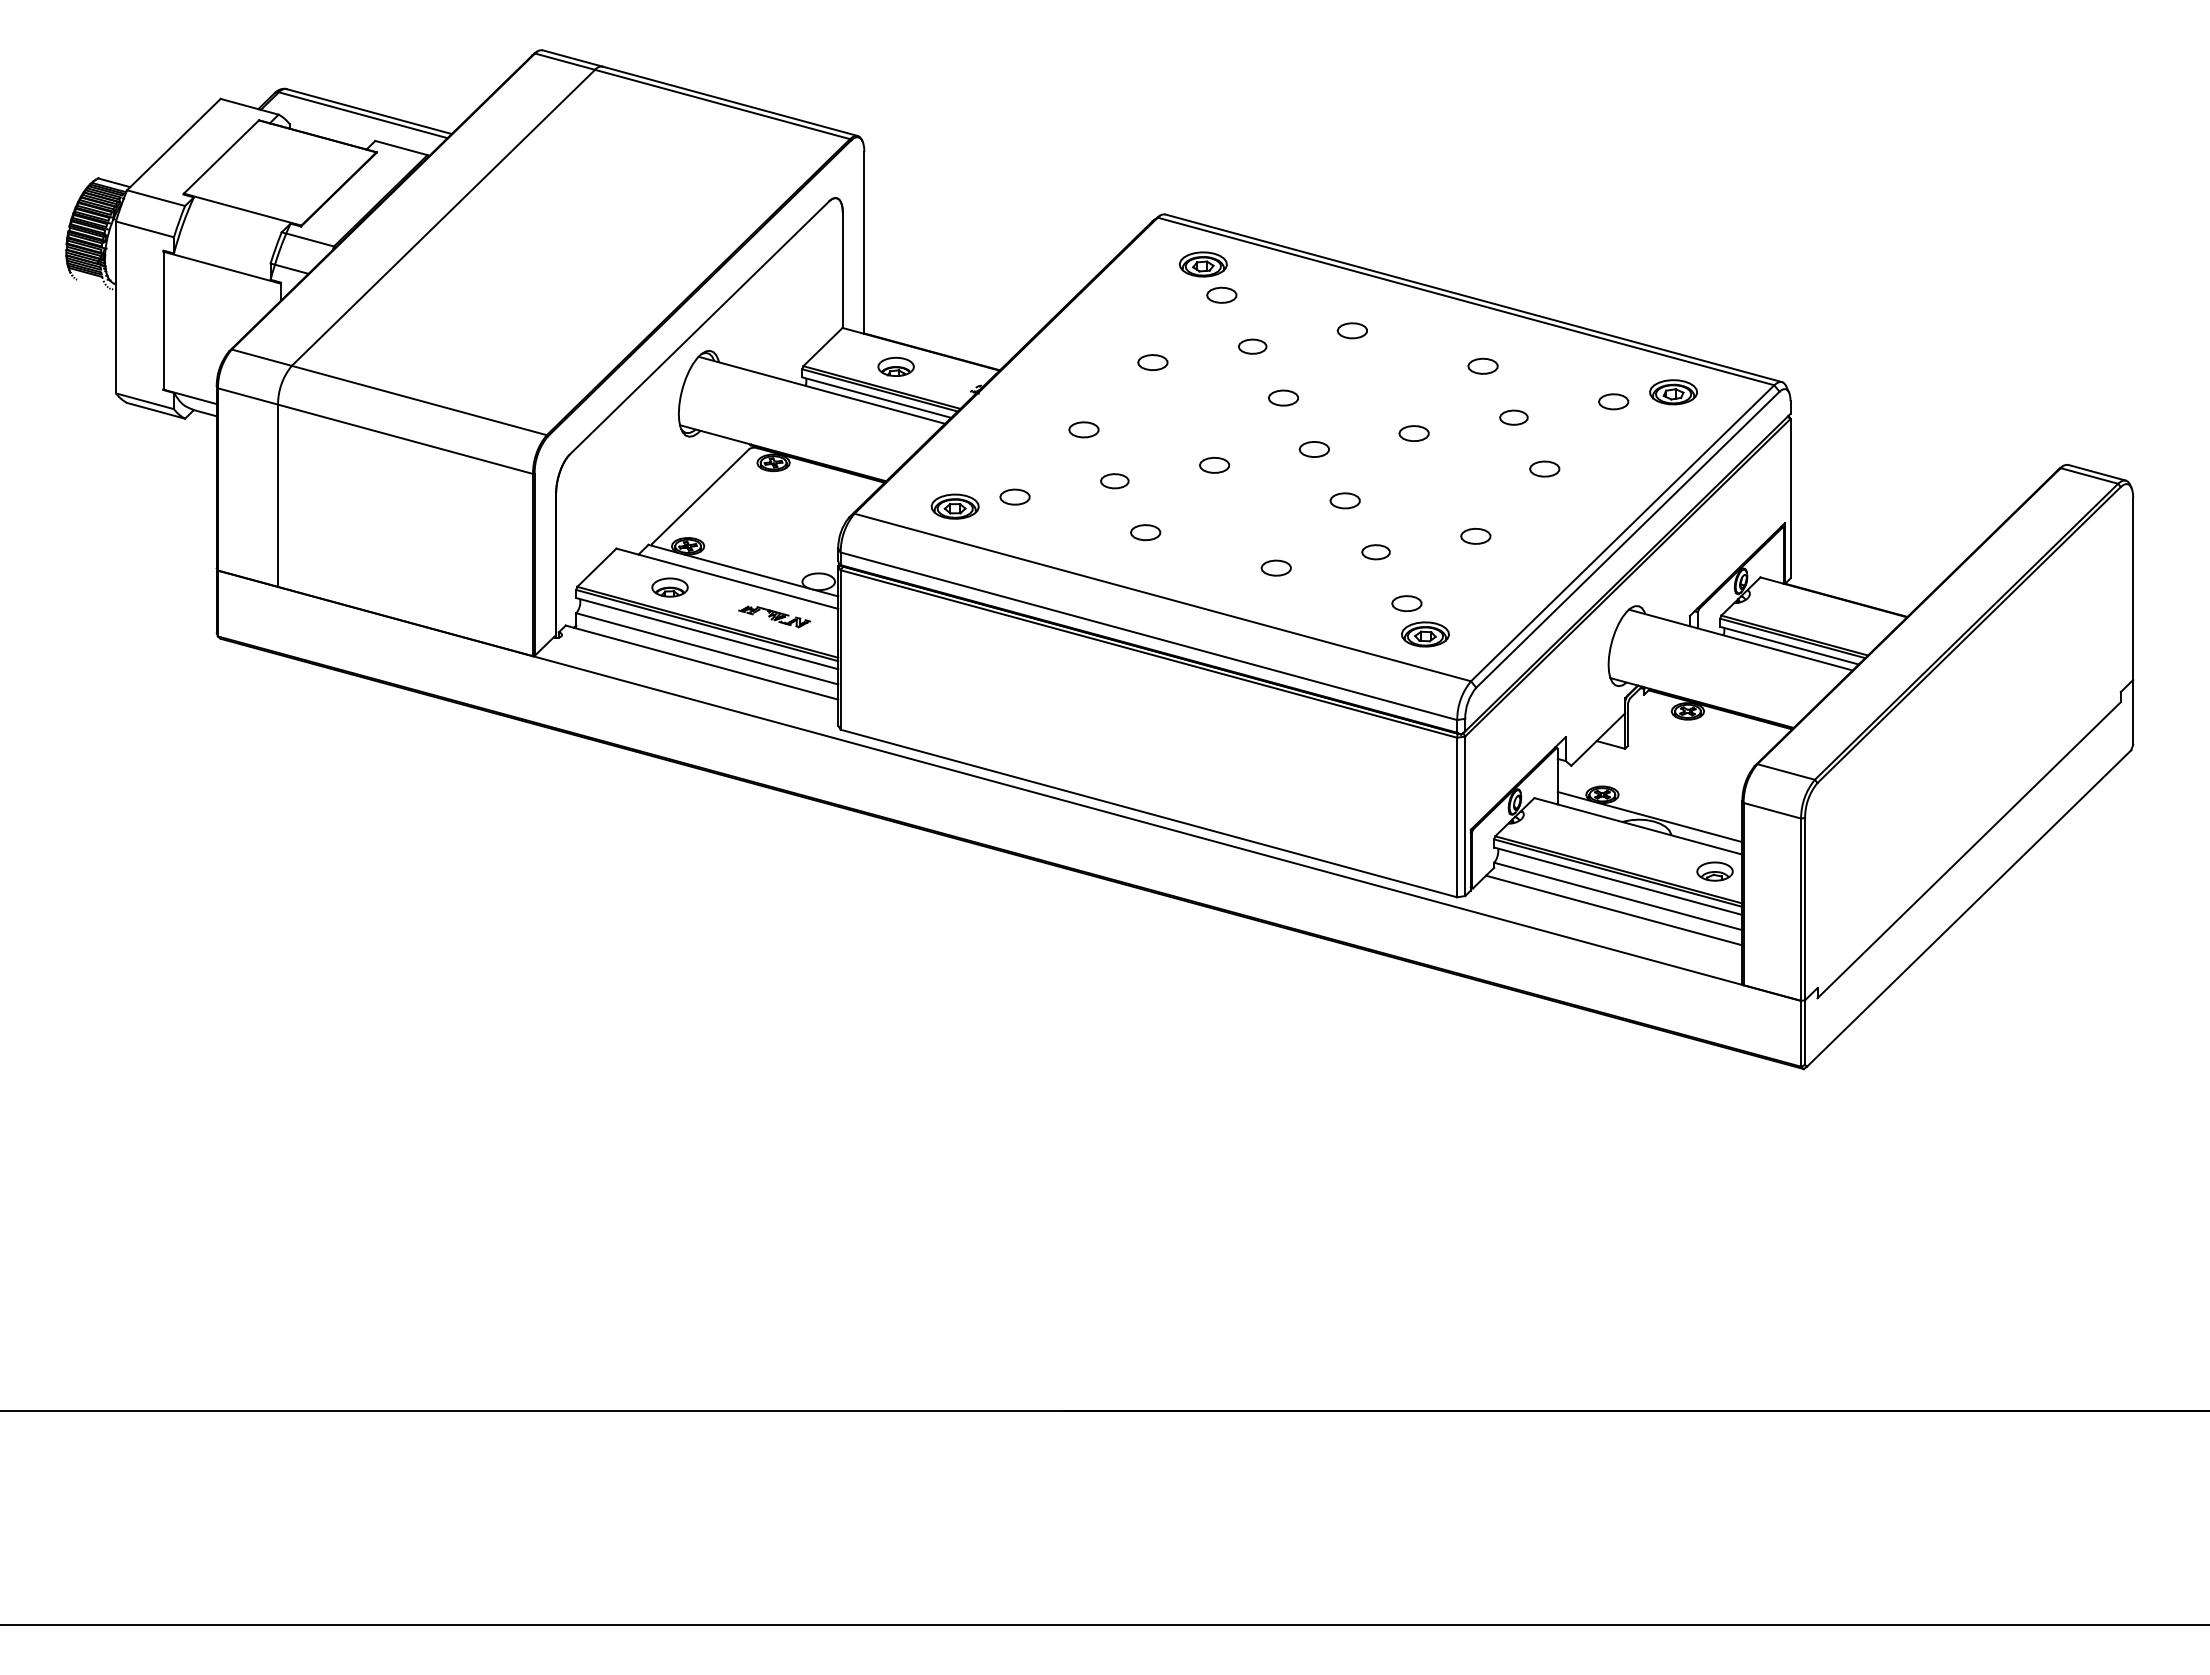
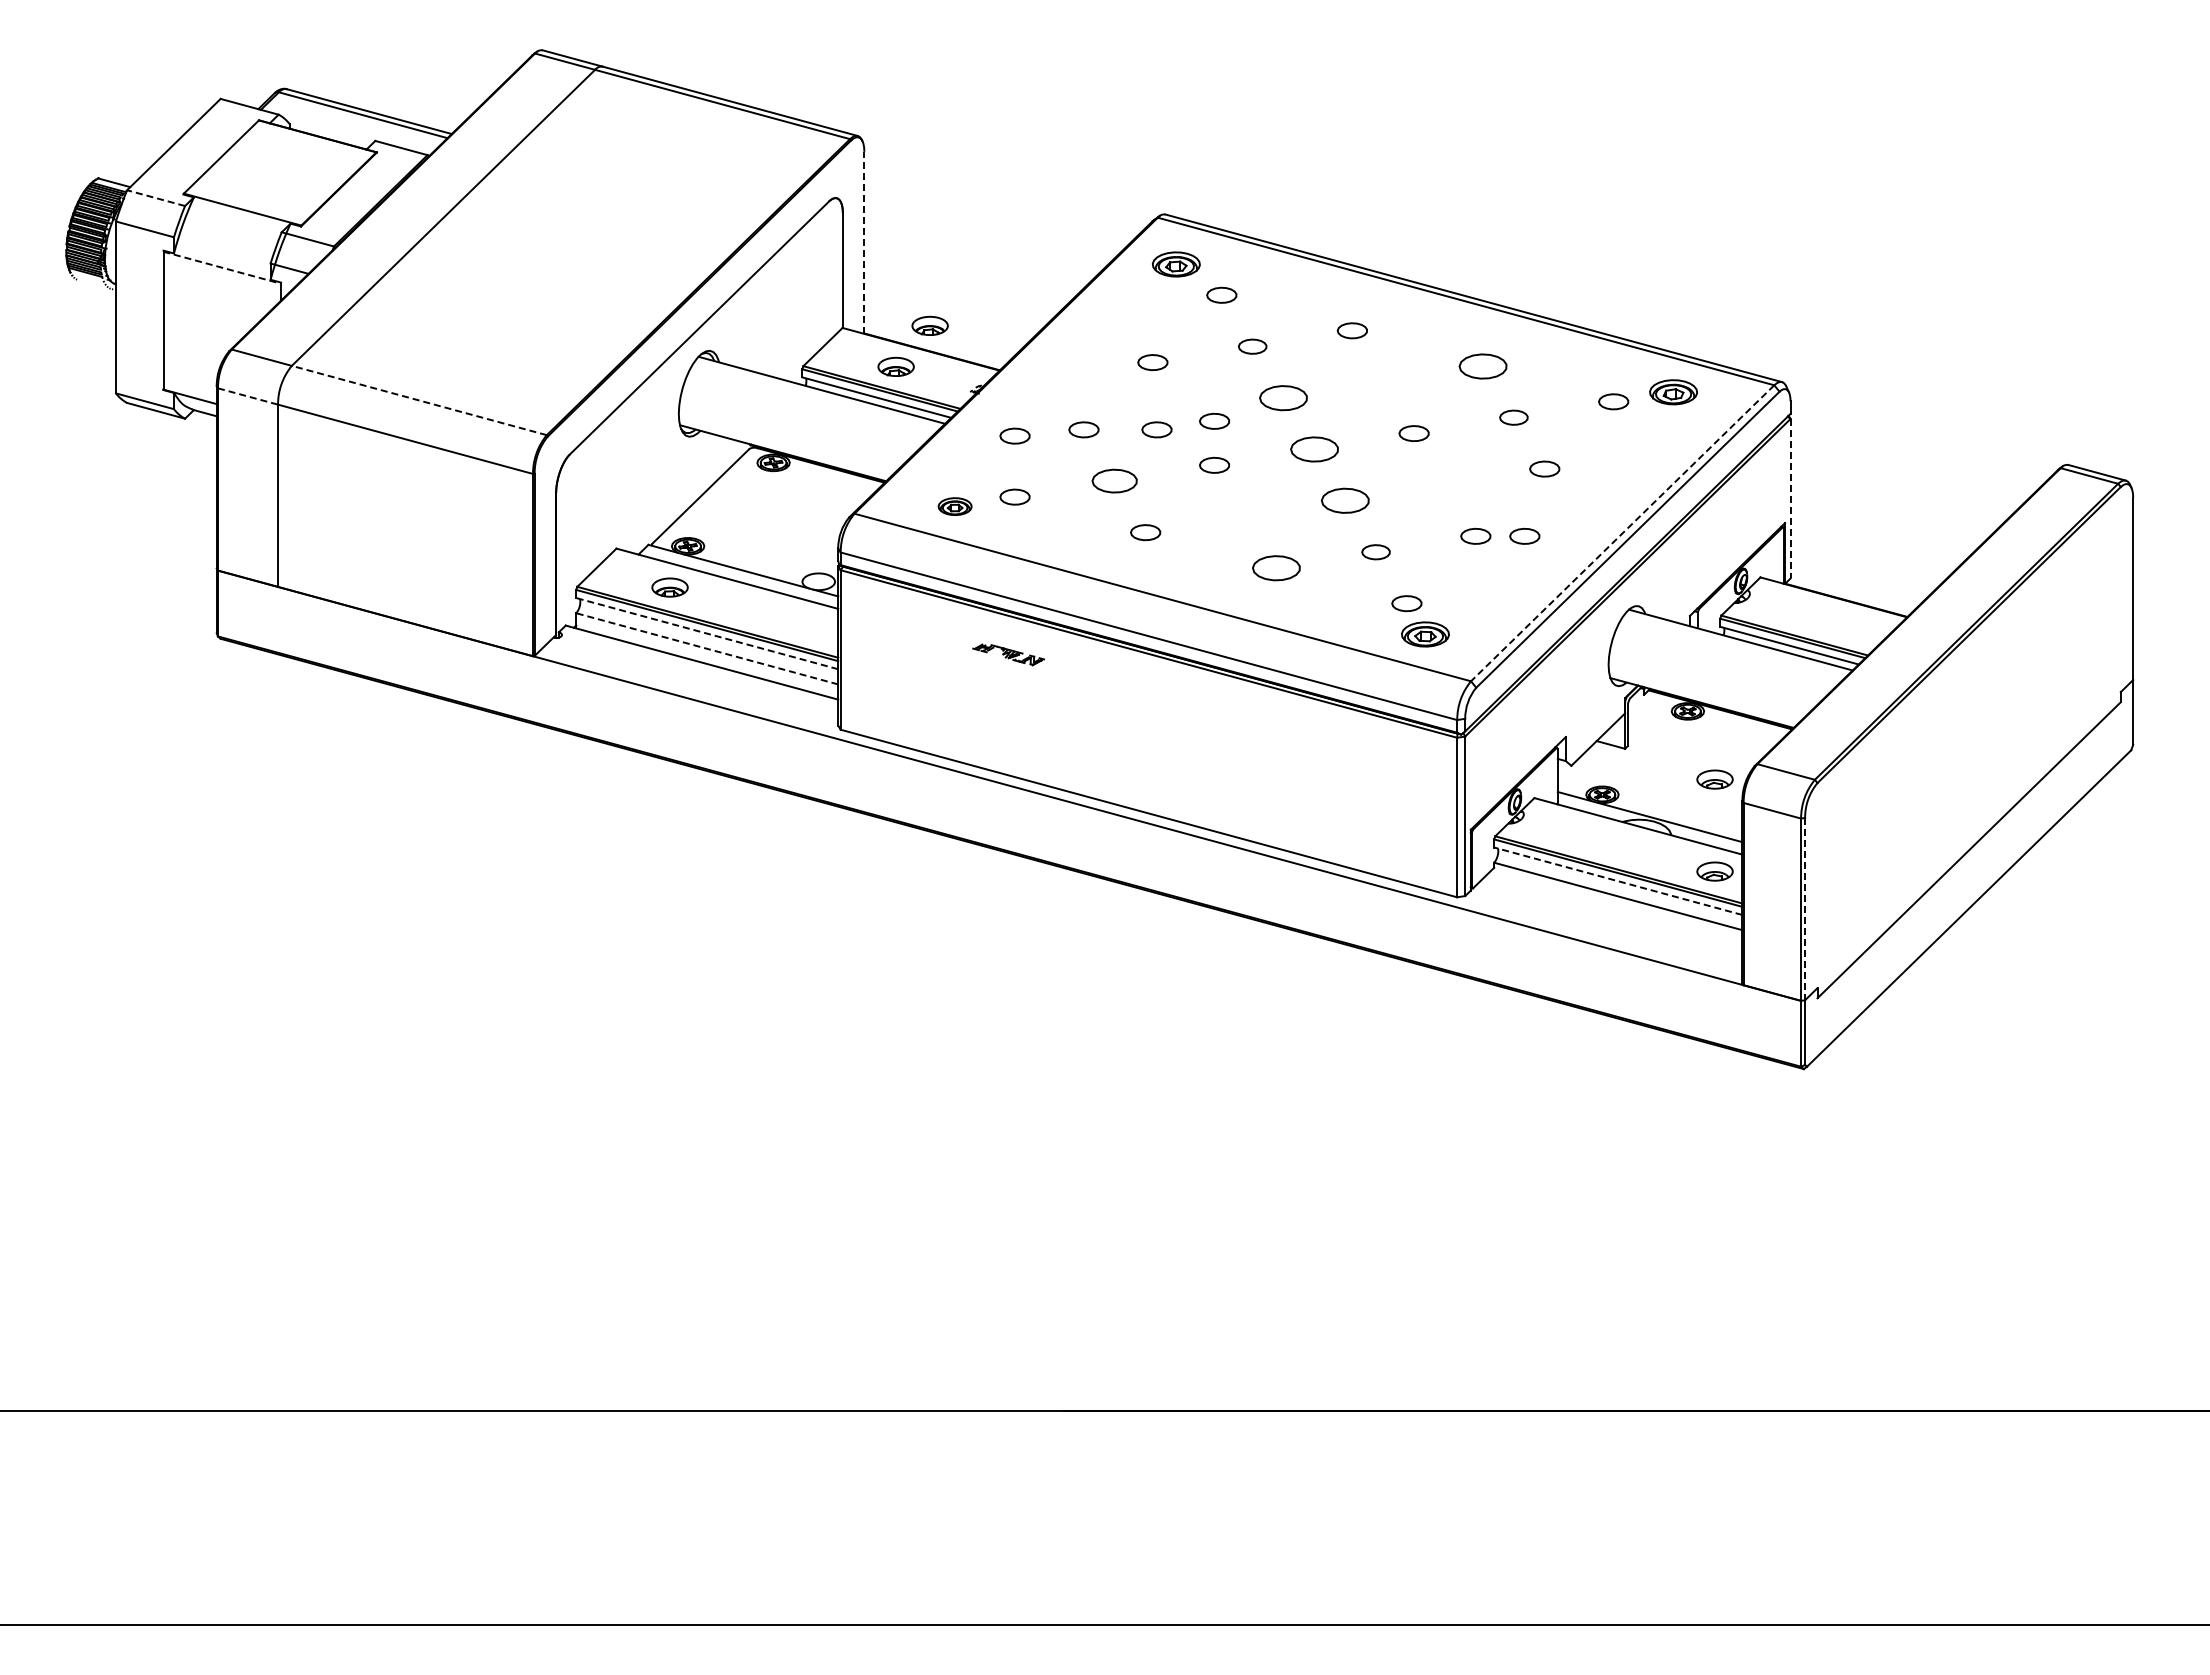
line at (155, 198): solid -> dashed
line at (864, 242): solid -> dashed
part at (1202, 264) position: (1202, 264) -> (1175, 264)
line at (222, 267): solid -> dashed
part at (929, 325): none -> present
part at (1482, 365) size: 32x18 px -> 50x27 px
line at (248, 396): solid -> dashed
part at (1283, 397) size: 31x18 px -> 49x27 px
line at (418, 400): solid -> dashed
part at (1214, 420): none -> present
part at (1156, 429): none -> present
part at (1014, 435): none -> present
part at (1313, 449) size: 32x17 px -> 49x27 px
part at (1114, 481) size: 30x17 px -> 47x26 px
line at (1790, 498): solid -> dashed
part at (1344, 500) size: 32x18 px -> 50x27 px
part at (954, 506) size: 50x27 px -> 36x19 px
line at (1622, 533): solid -> dashed
part at (1524, 535): none -> present
part at (1275, 567) size: 32x18 px -> 49x27 px
part at (774, 616) position: (774, 616) -> (1008, 654)
line at (707, 633): solid -> dashed
line at (707, 648): solid -> dashed
part at (1714, 779): none -> present
line at (1618, 881): solid -> dashed
line at (1805, 909): solid -> dashed
line at (1614, 910): present -> none
